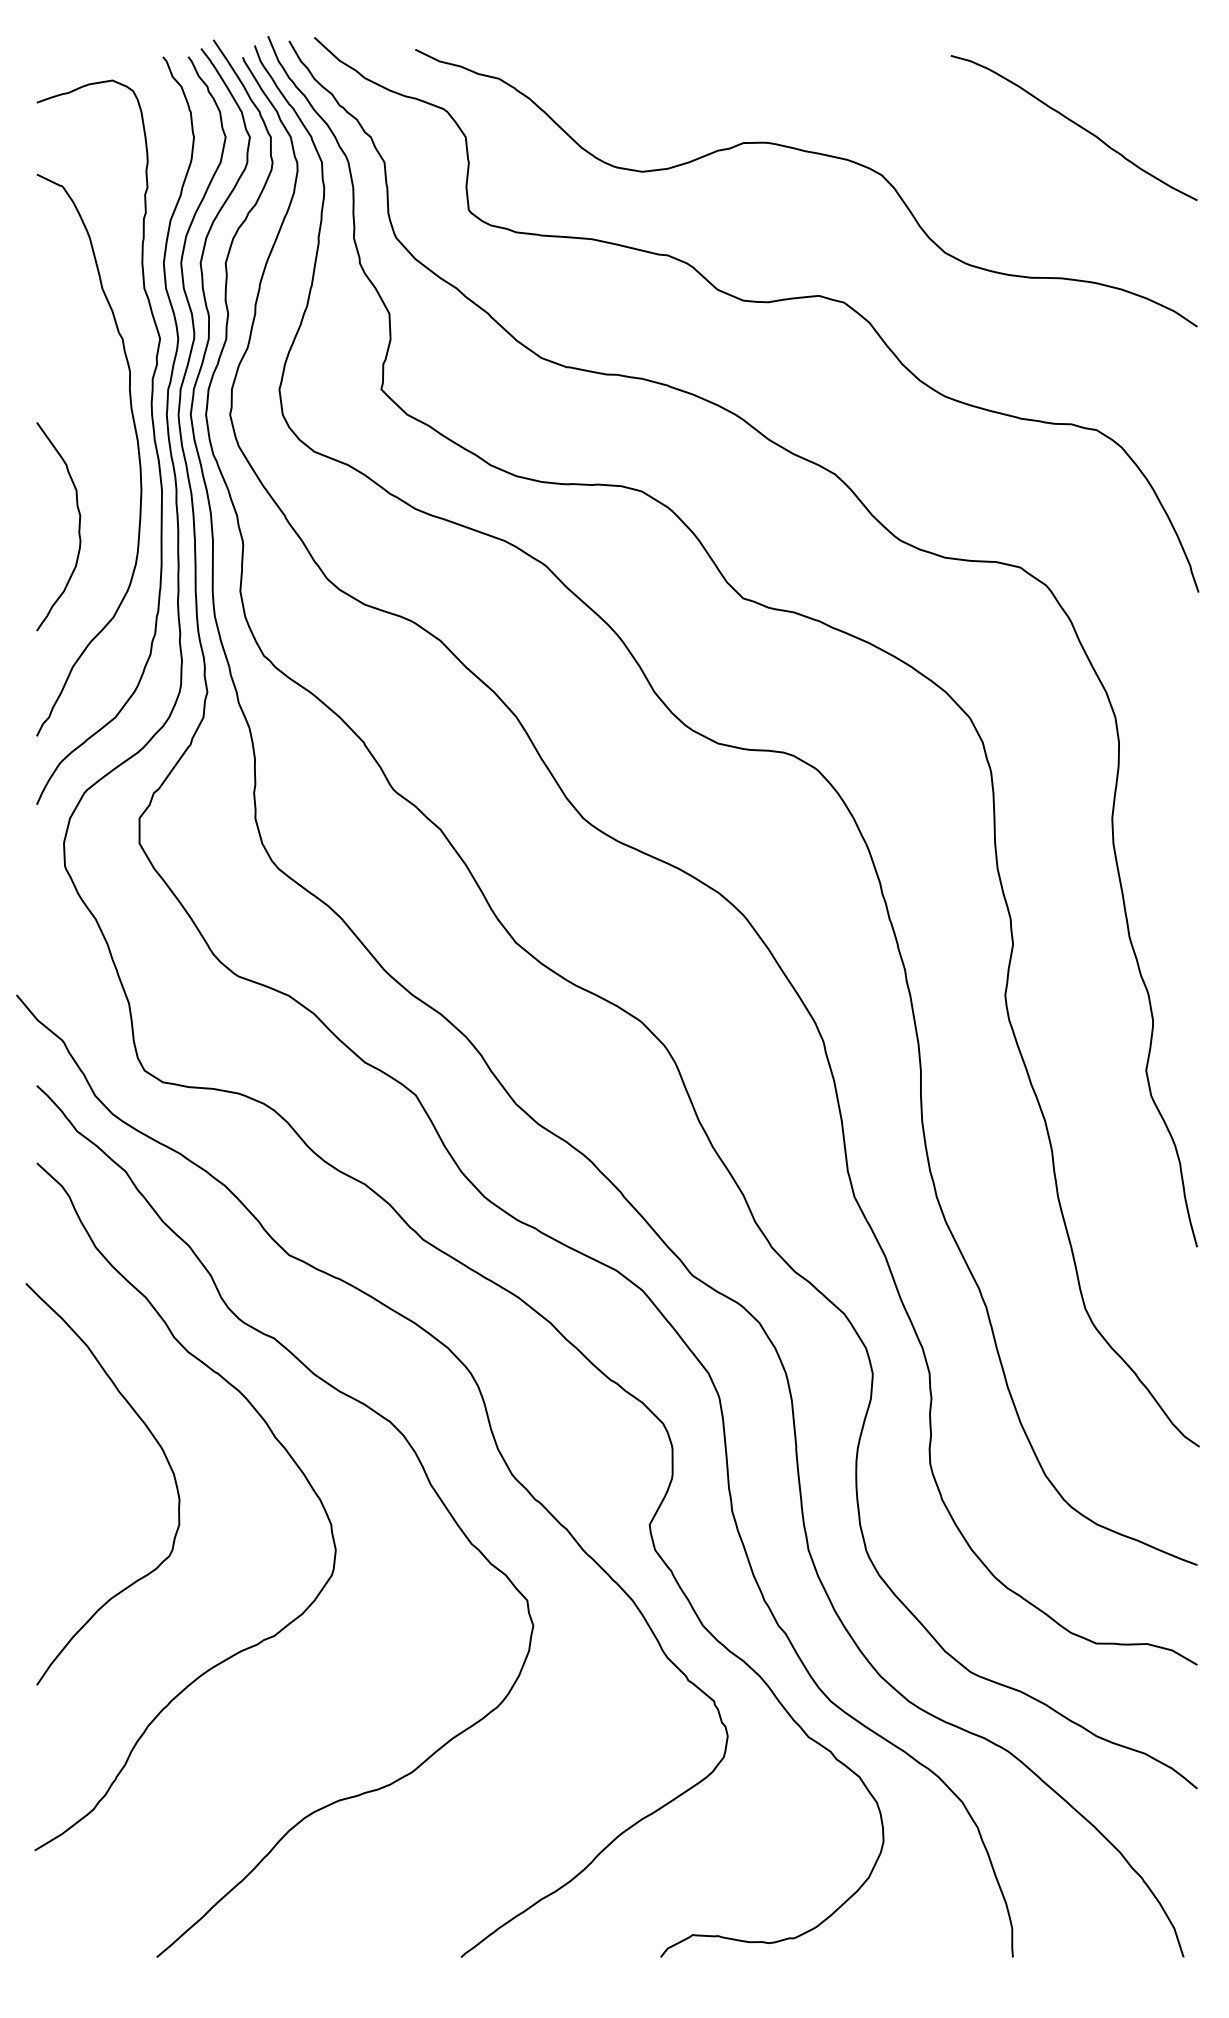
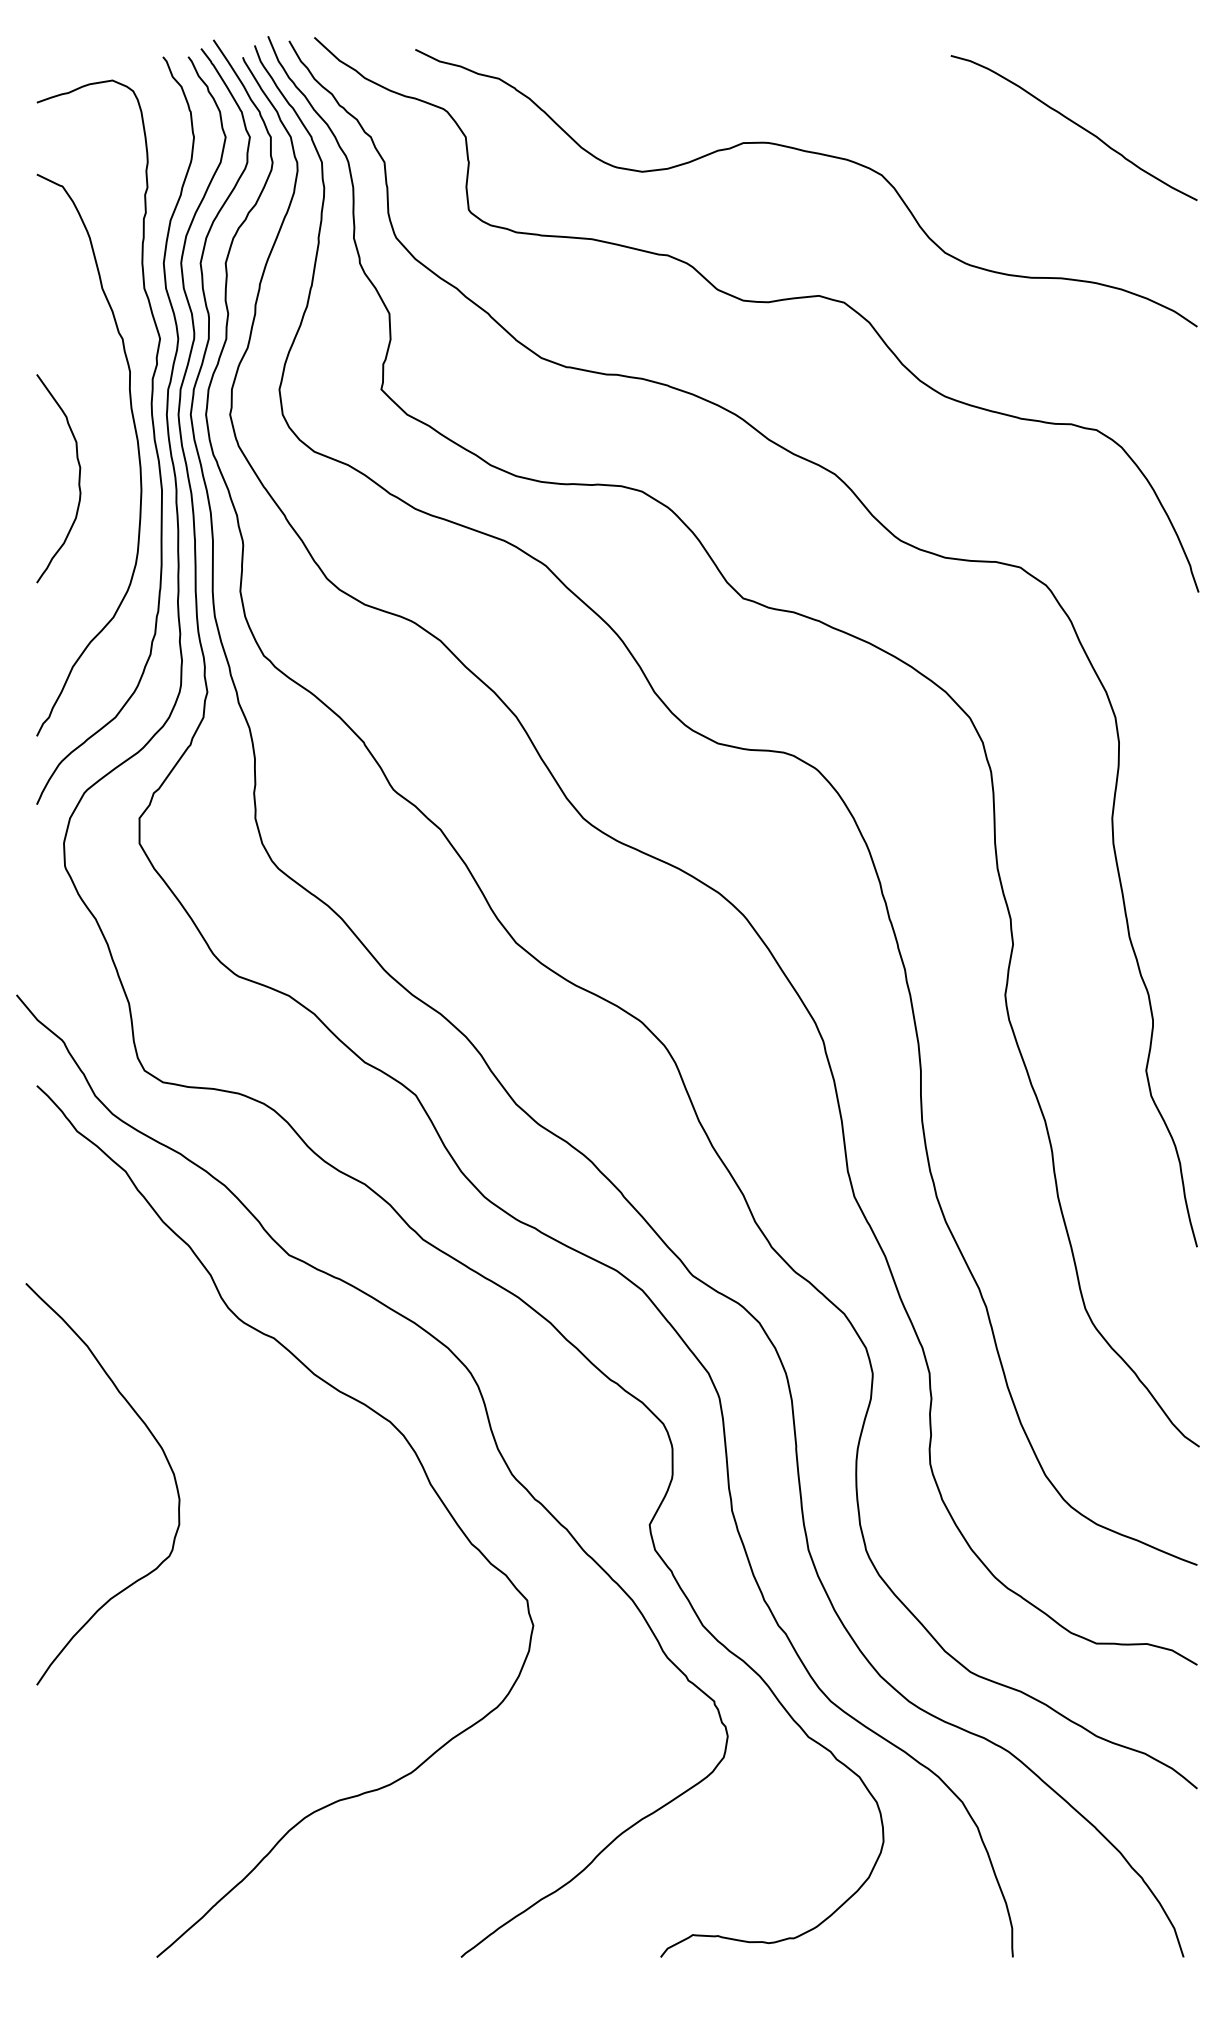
curve at (78, 526) position: (78, 526) -> (78, 478)
curve at (274, 1438): present -> none
